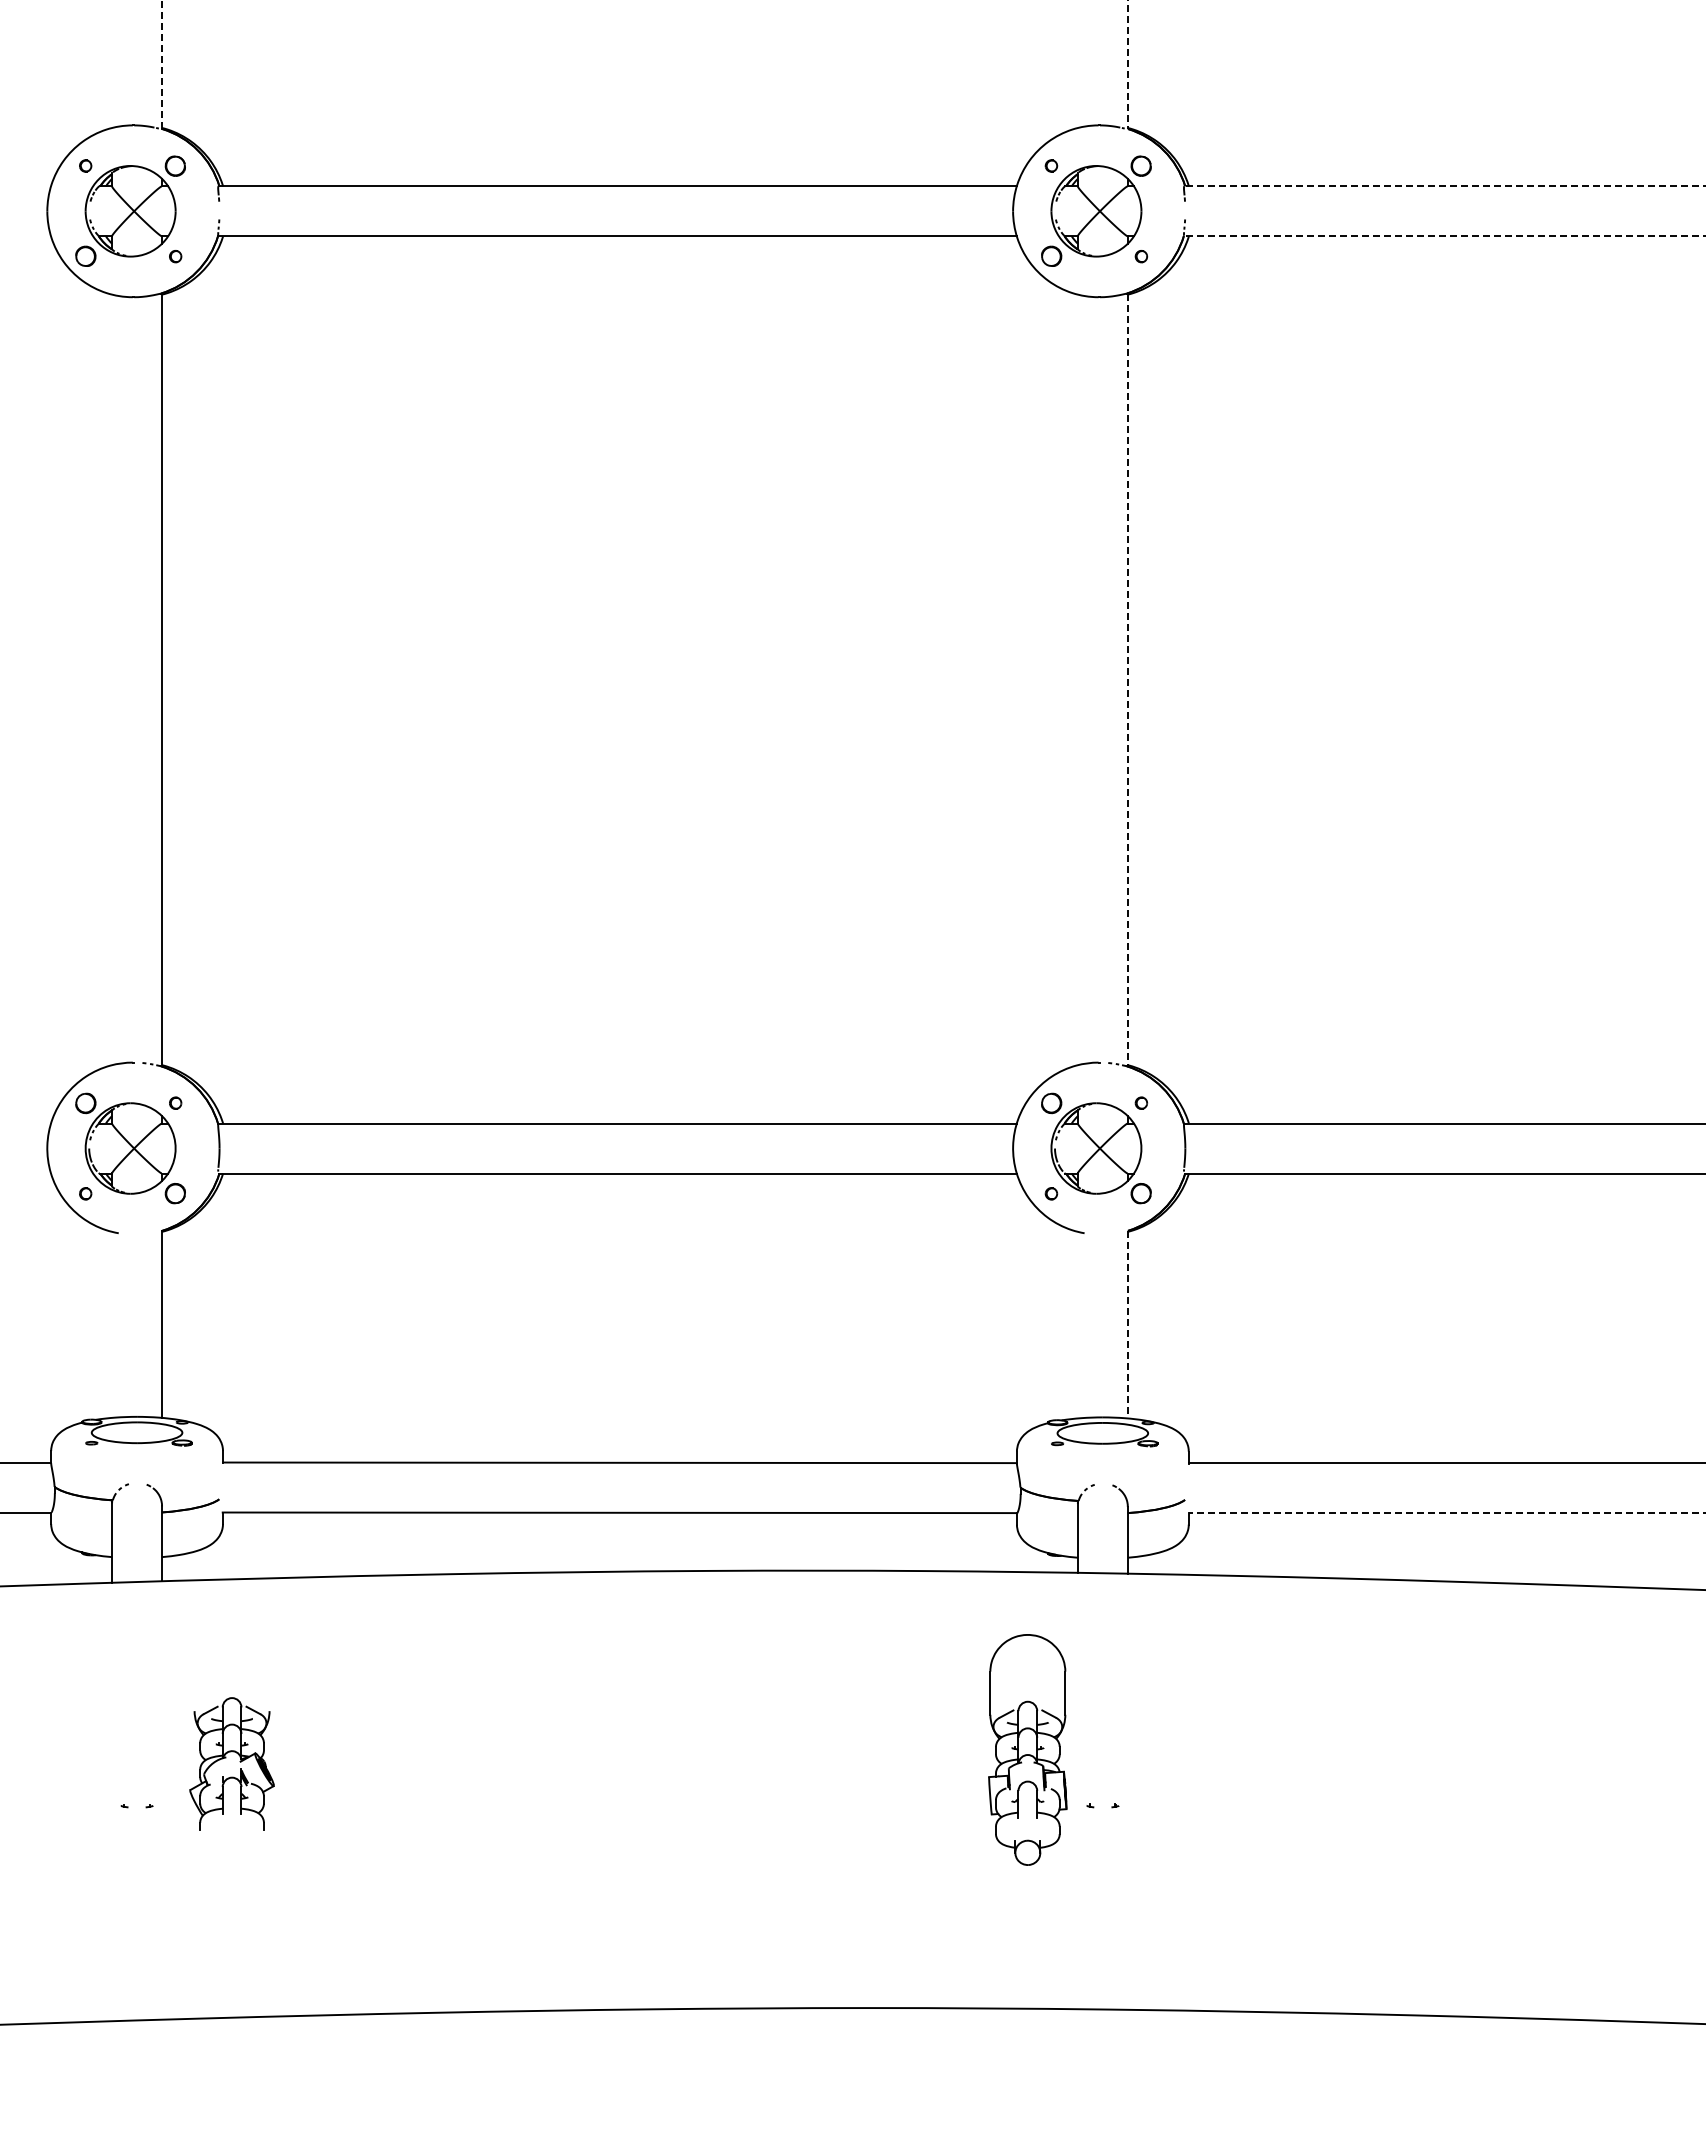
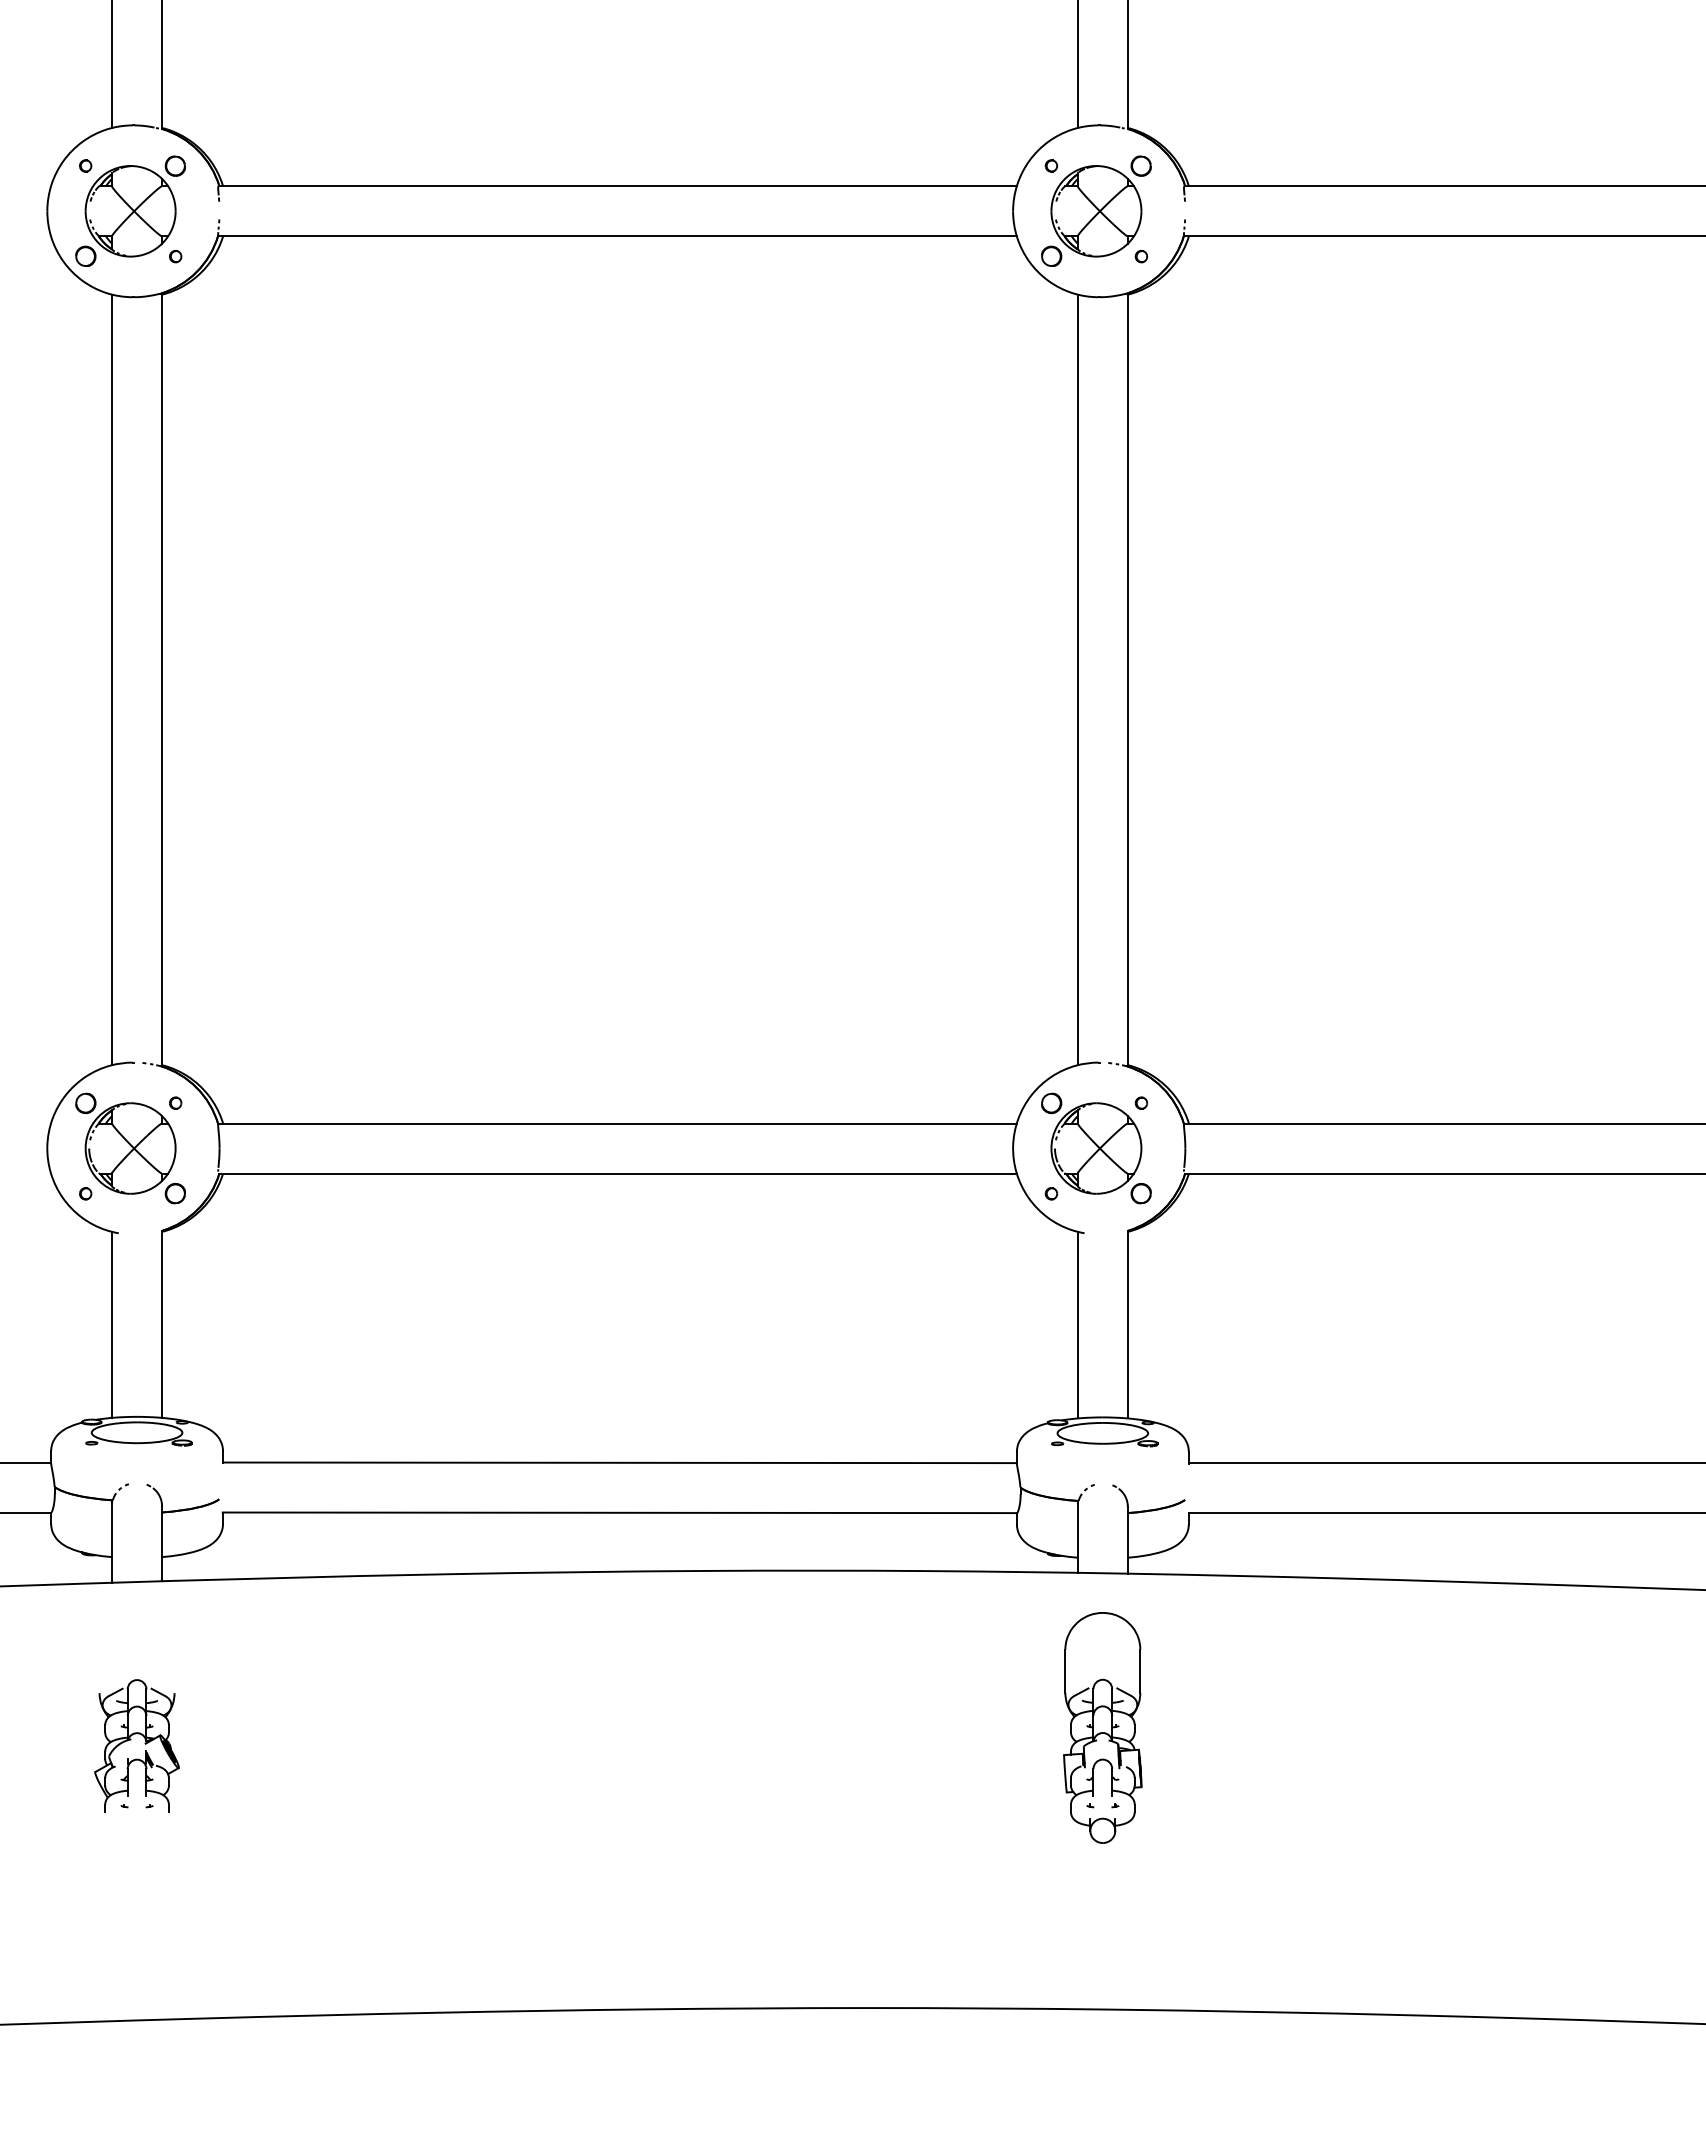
line at (112, 64): none -> present
line at (162, 64): dashed -> solid
line at (1077, 64): none -> present
line at (1127, 65): dashed -> solid
line at (1444, 186): dashed -> solid
line at (1444, 236): dashed -> solid
line at (112, 679): none -> present
line at (1077, 679): none -> present
line at (1127, 680): dashed -> solid
line at (112, 1324): none -> present
line at (1077, 1324): none -> present
line at (1127, 1324): dashed -> solid
line at (1446, 1513): dashed -> solid
part at (1027, 1749) position: (1027, 1749) -> (1102, 1727)
part at (231, 1763) position: (231, 1763) -> (136, 1745)
